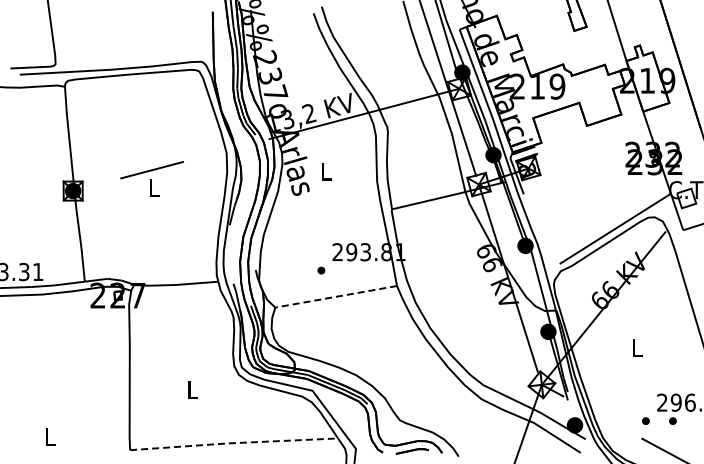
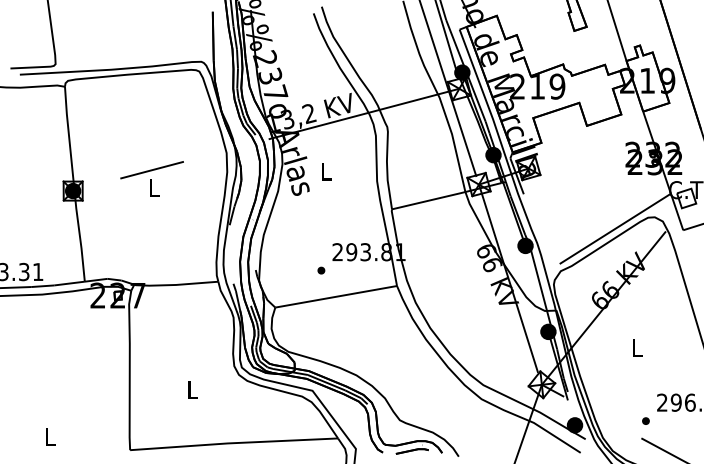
line at (336, 296): dashed -> solid
part at (672, 420): present -> none
line at (233, 443): dashed -> solid
